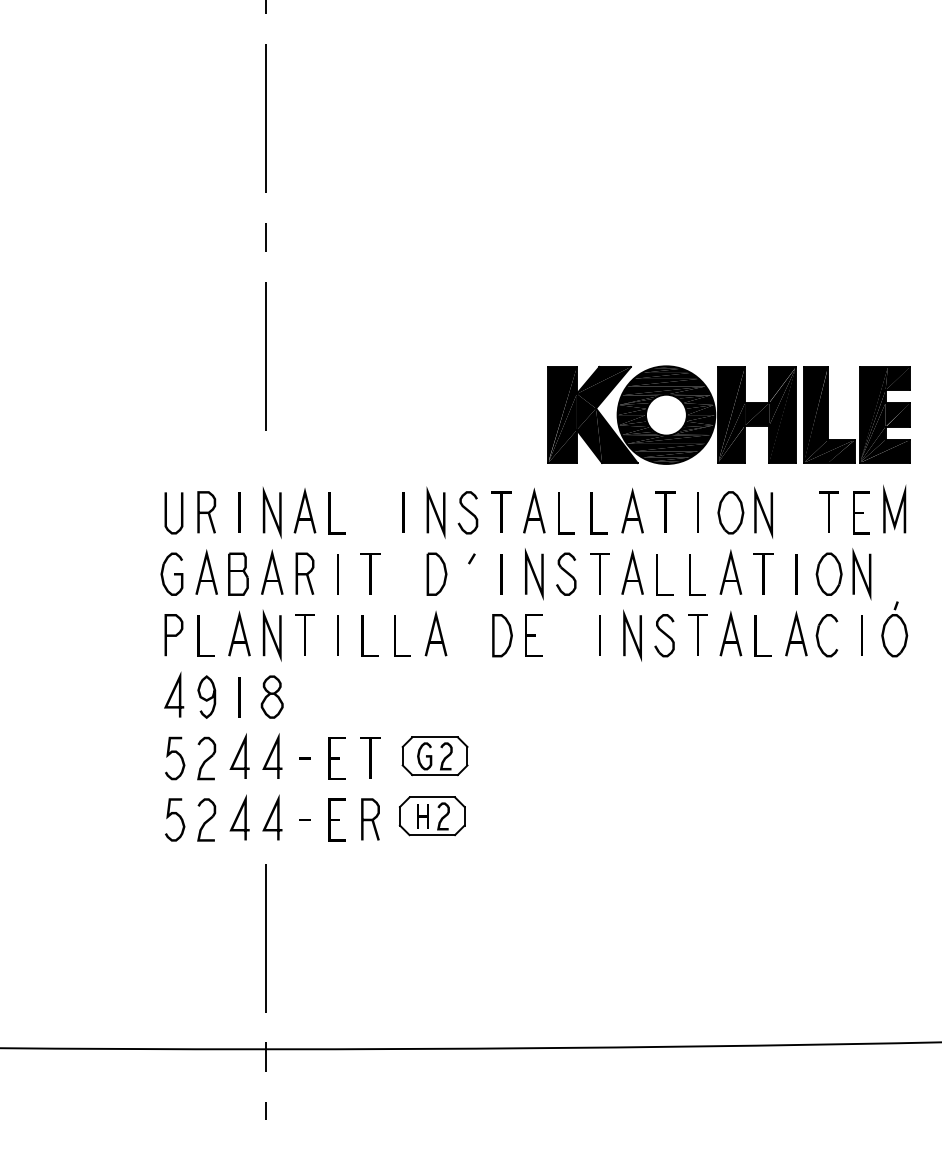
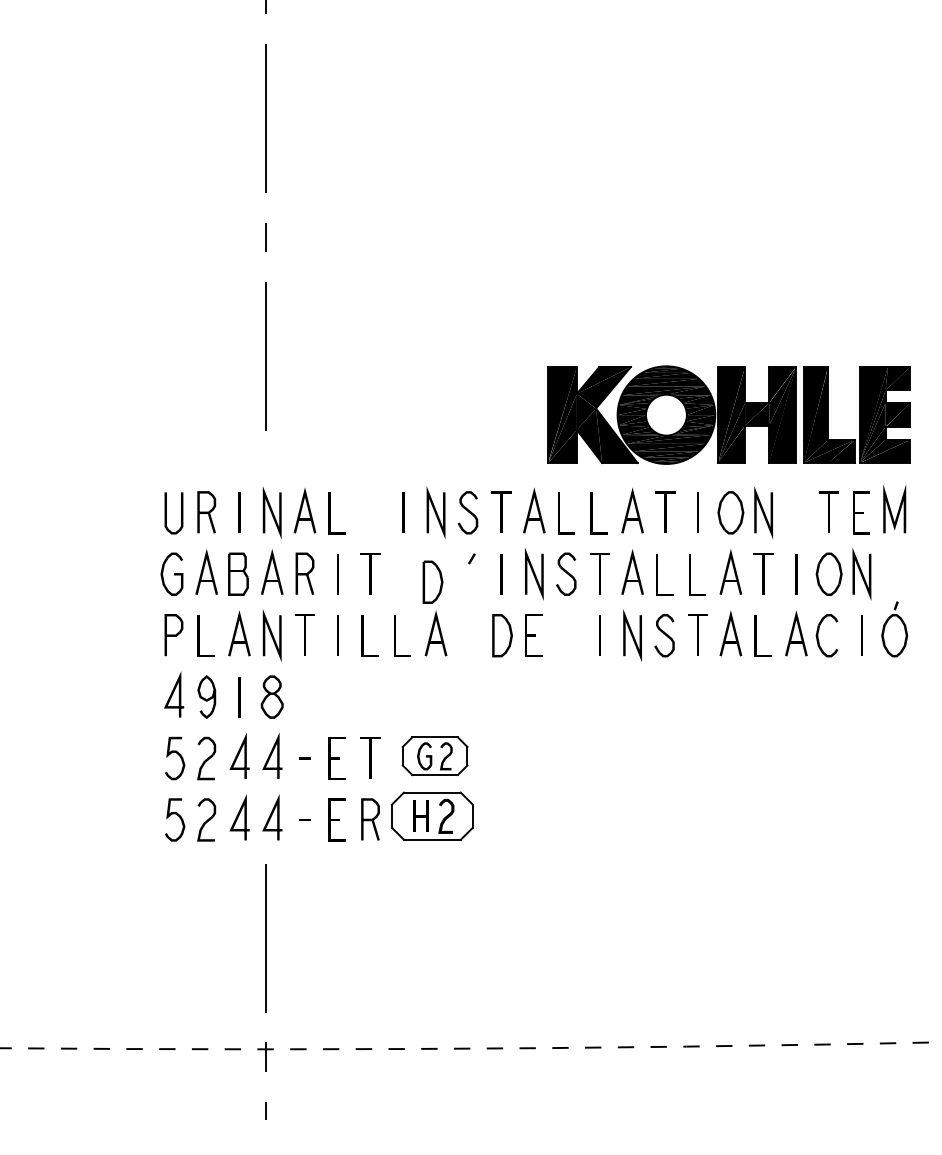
part at (436, 573) position: (436, 573) -> (432, 581)
part at (431, 816) size: 68x41 px -> 84x50 px
arc at (470, 1048): solid -> dashed
